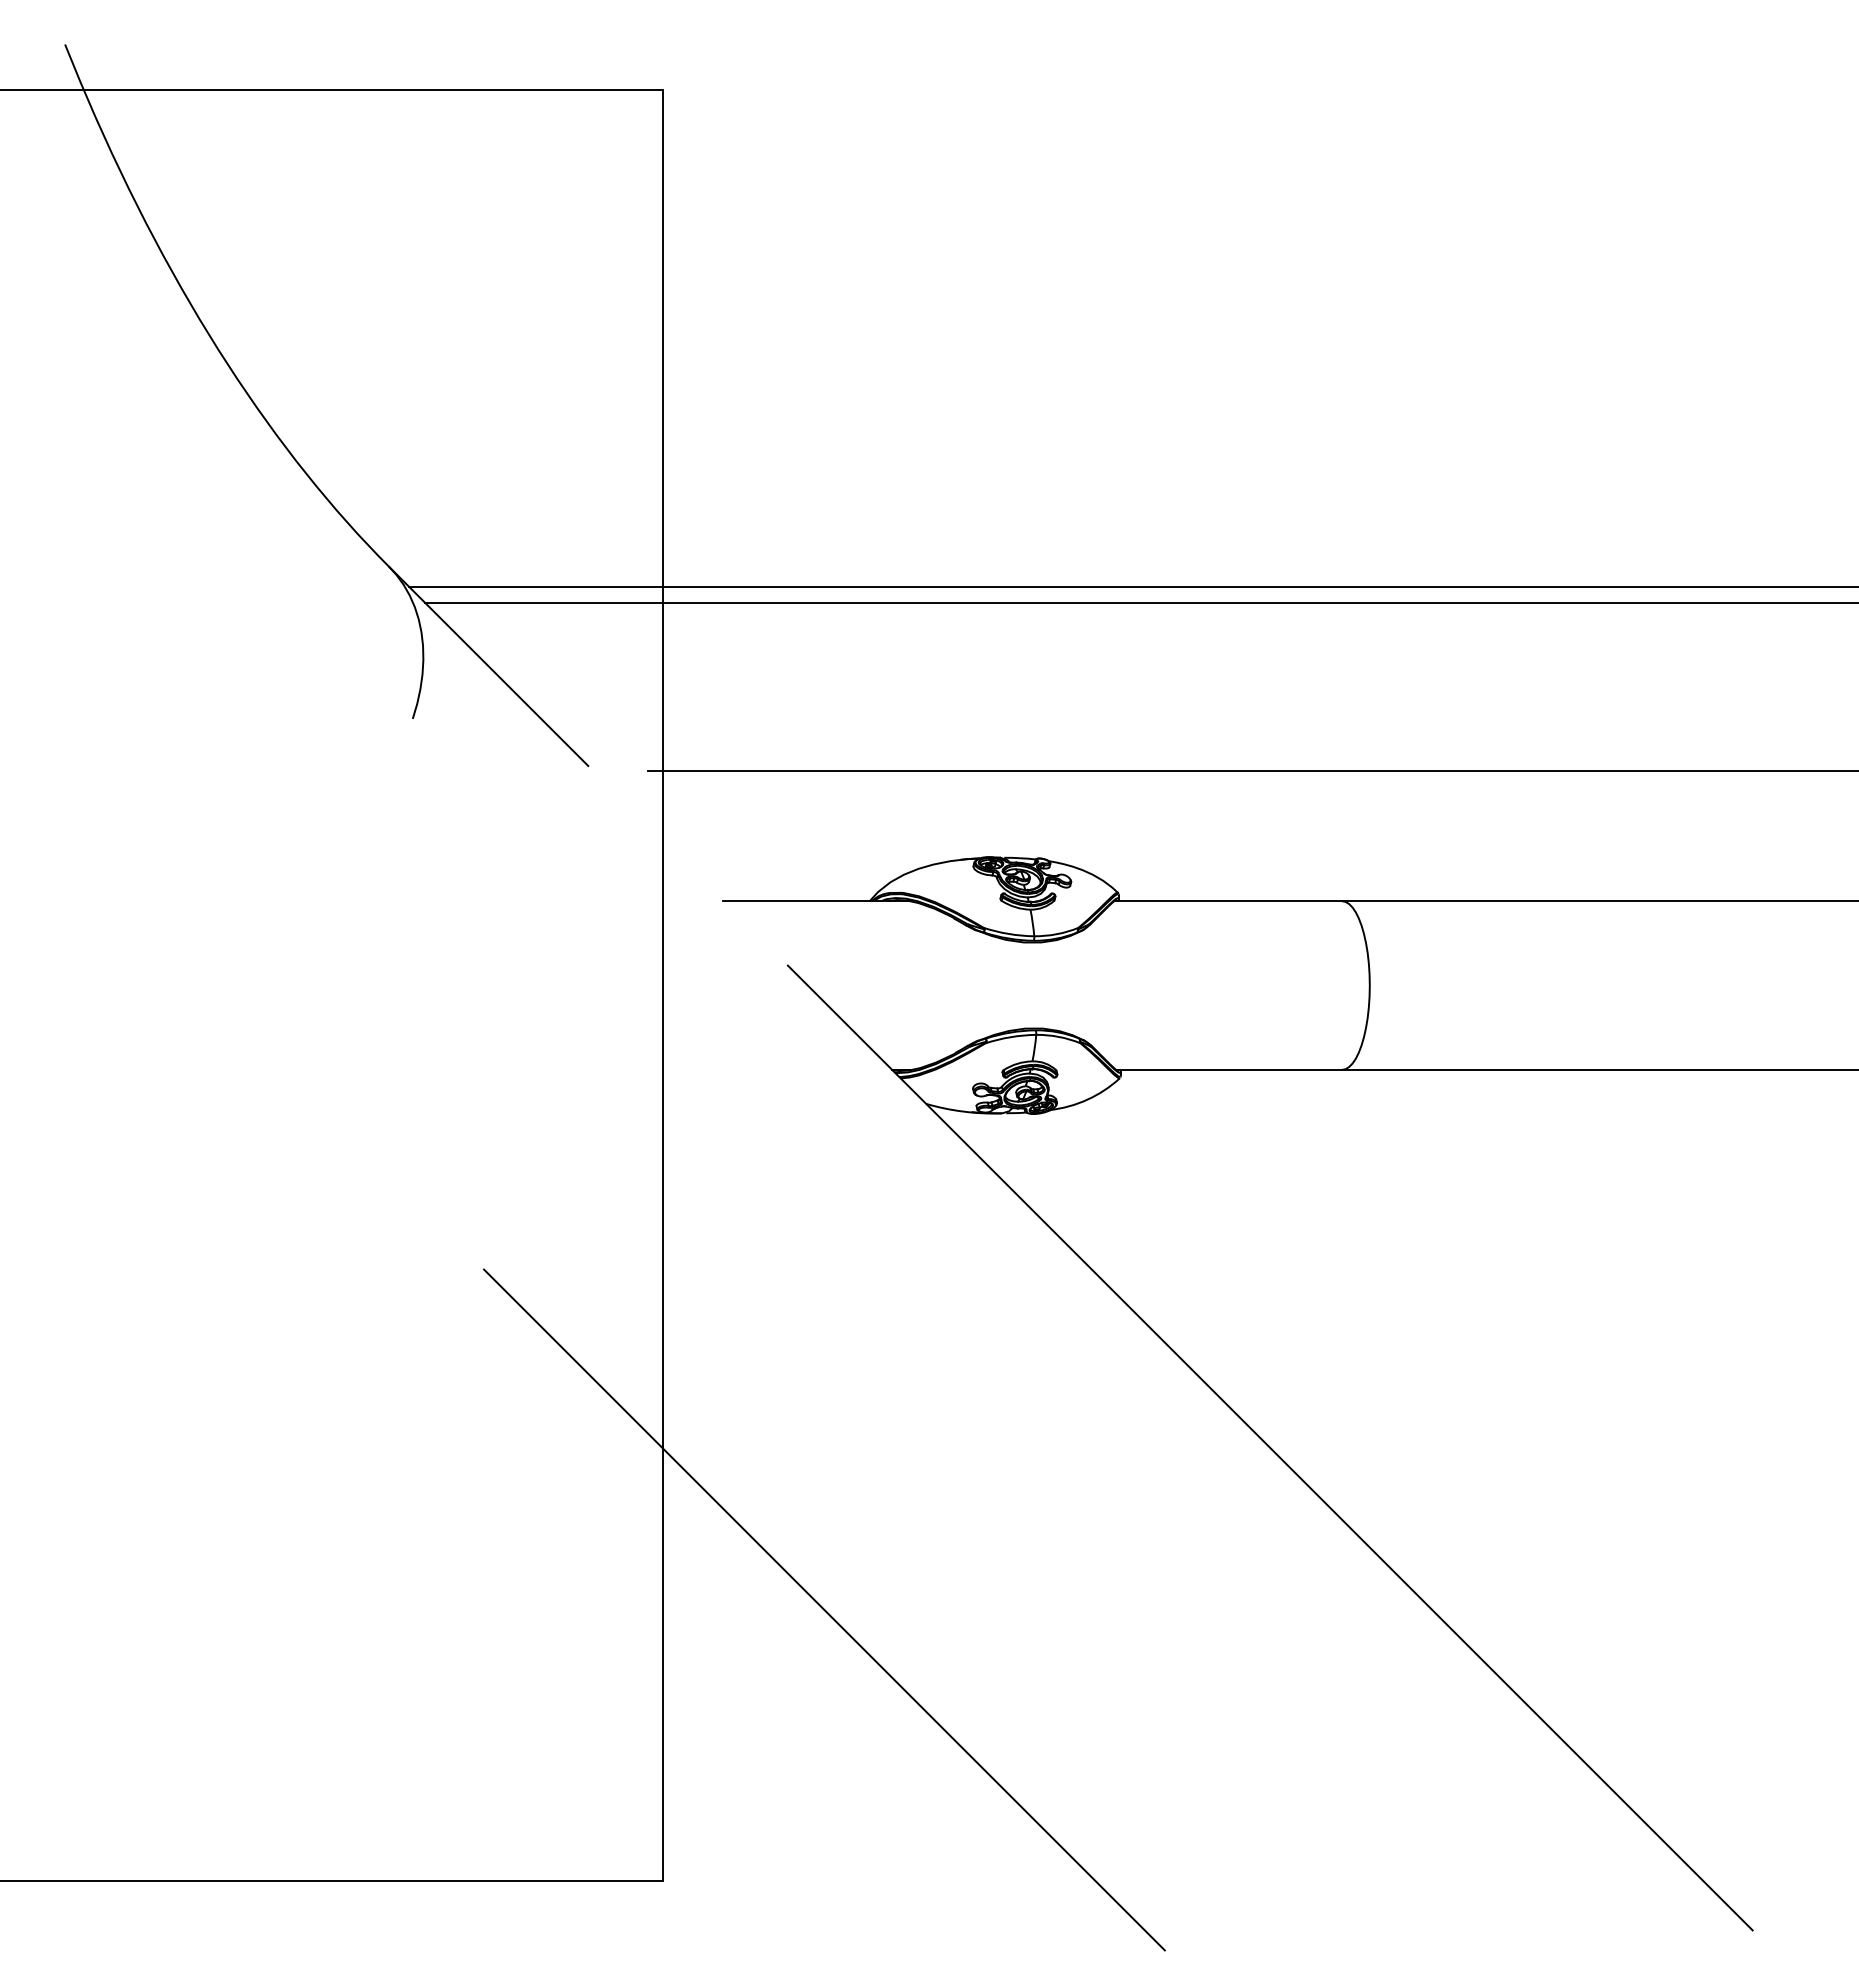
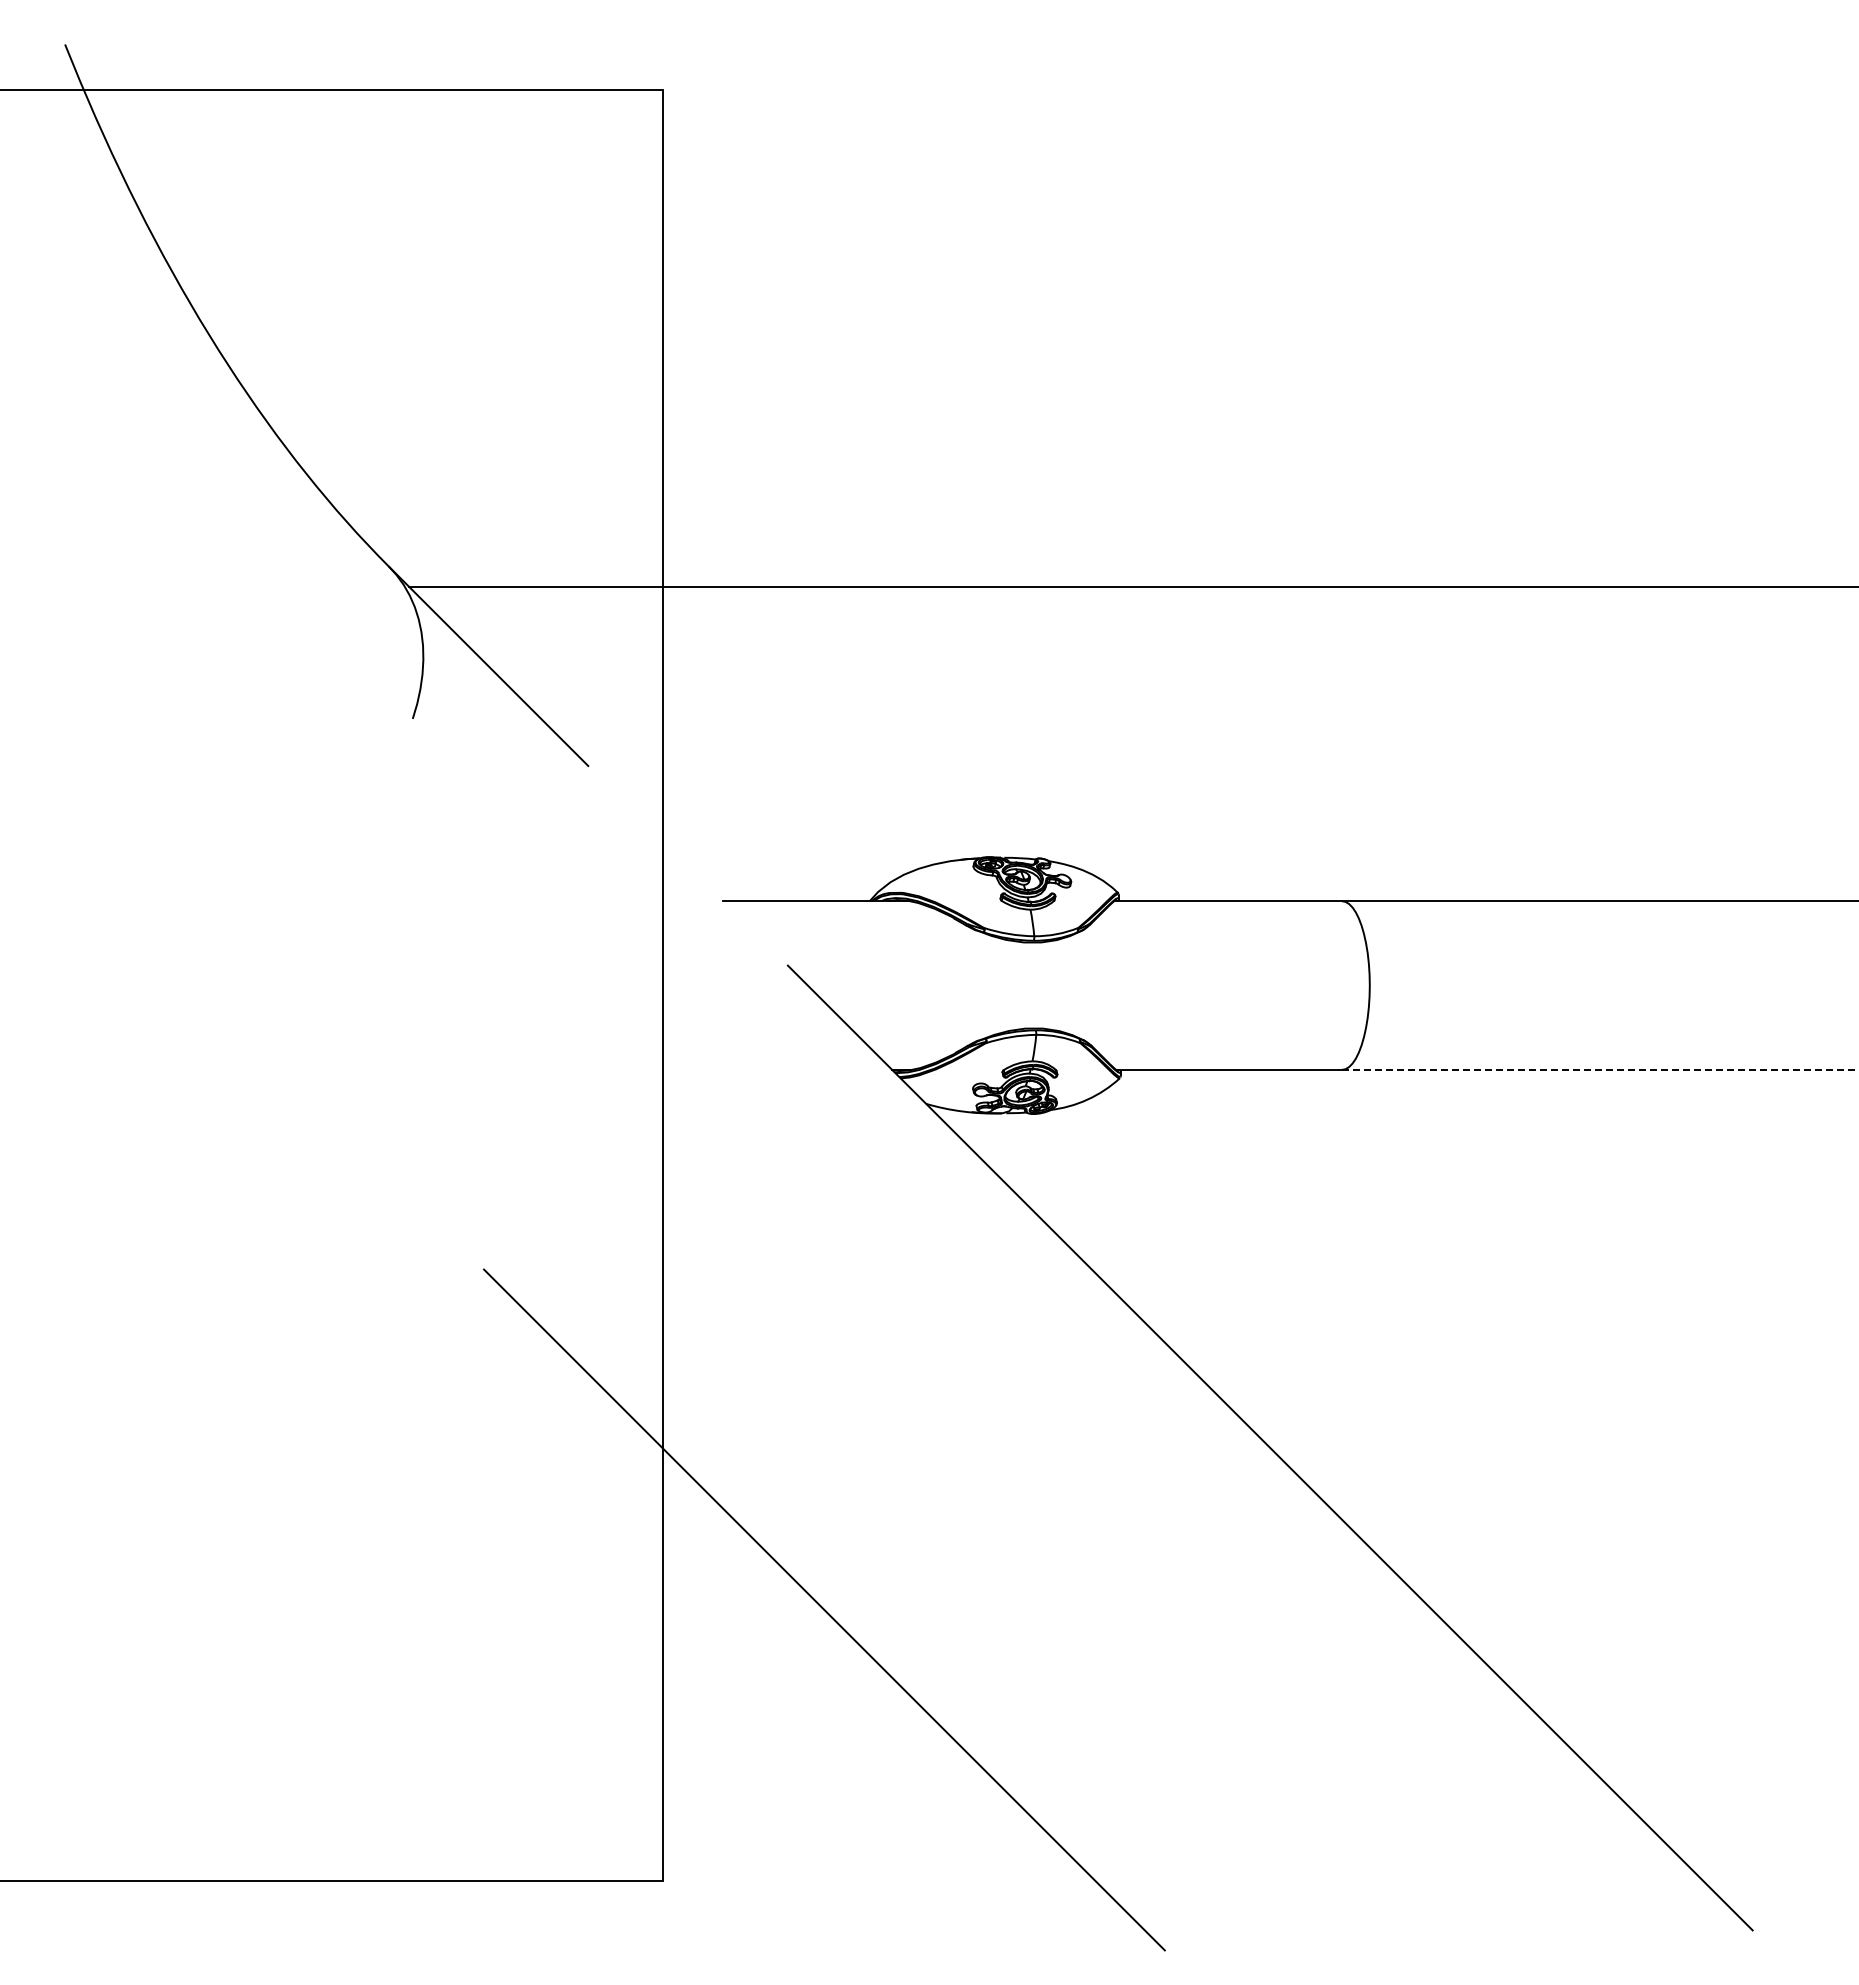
line at (1139, 602): present -> none
line at (1251, 771): present -> none
line at (1600, 1069): solid -> dashed
